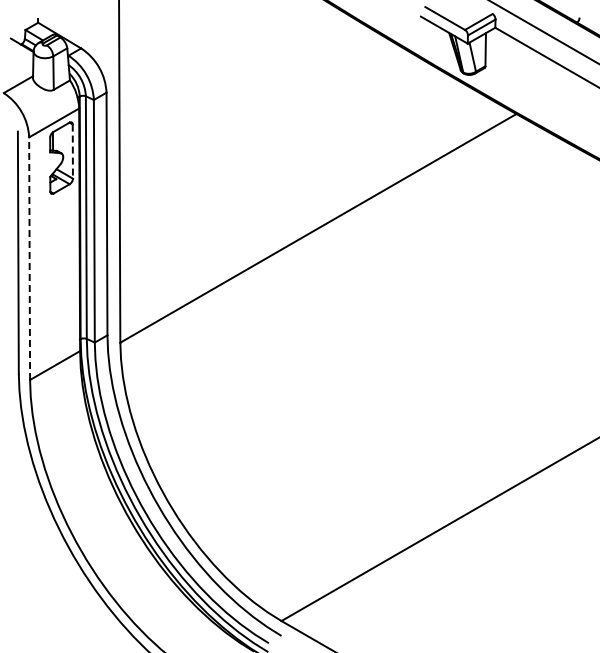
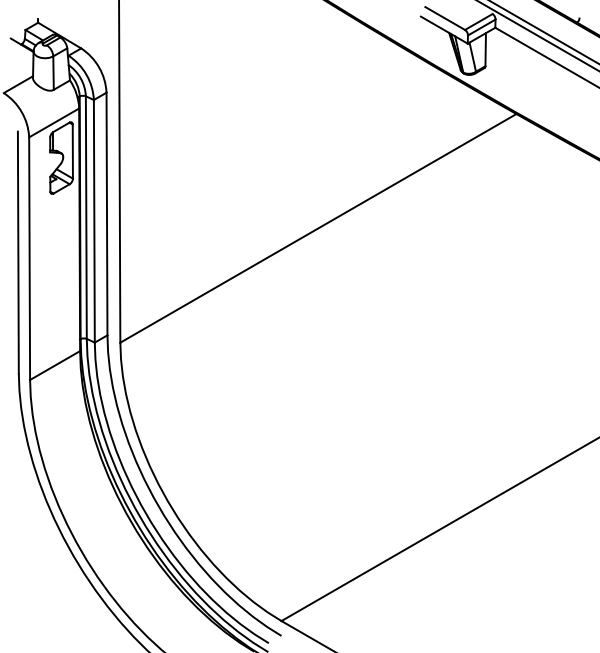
line at (537, 35): none -> present
line at (72, 152): dashed -> solid
line at (29, 258): dashed -> solid
